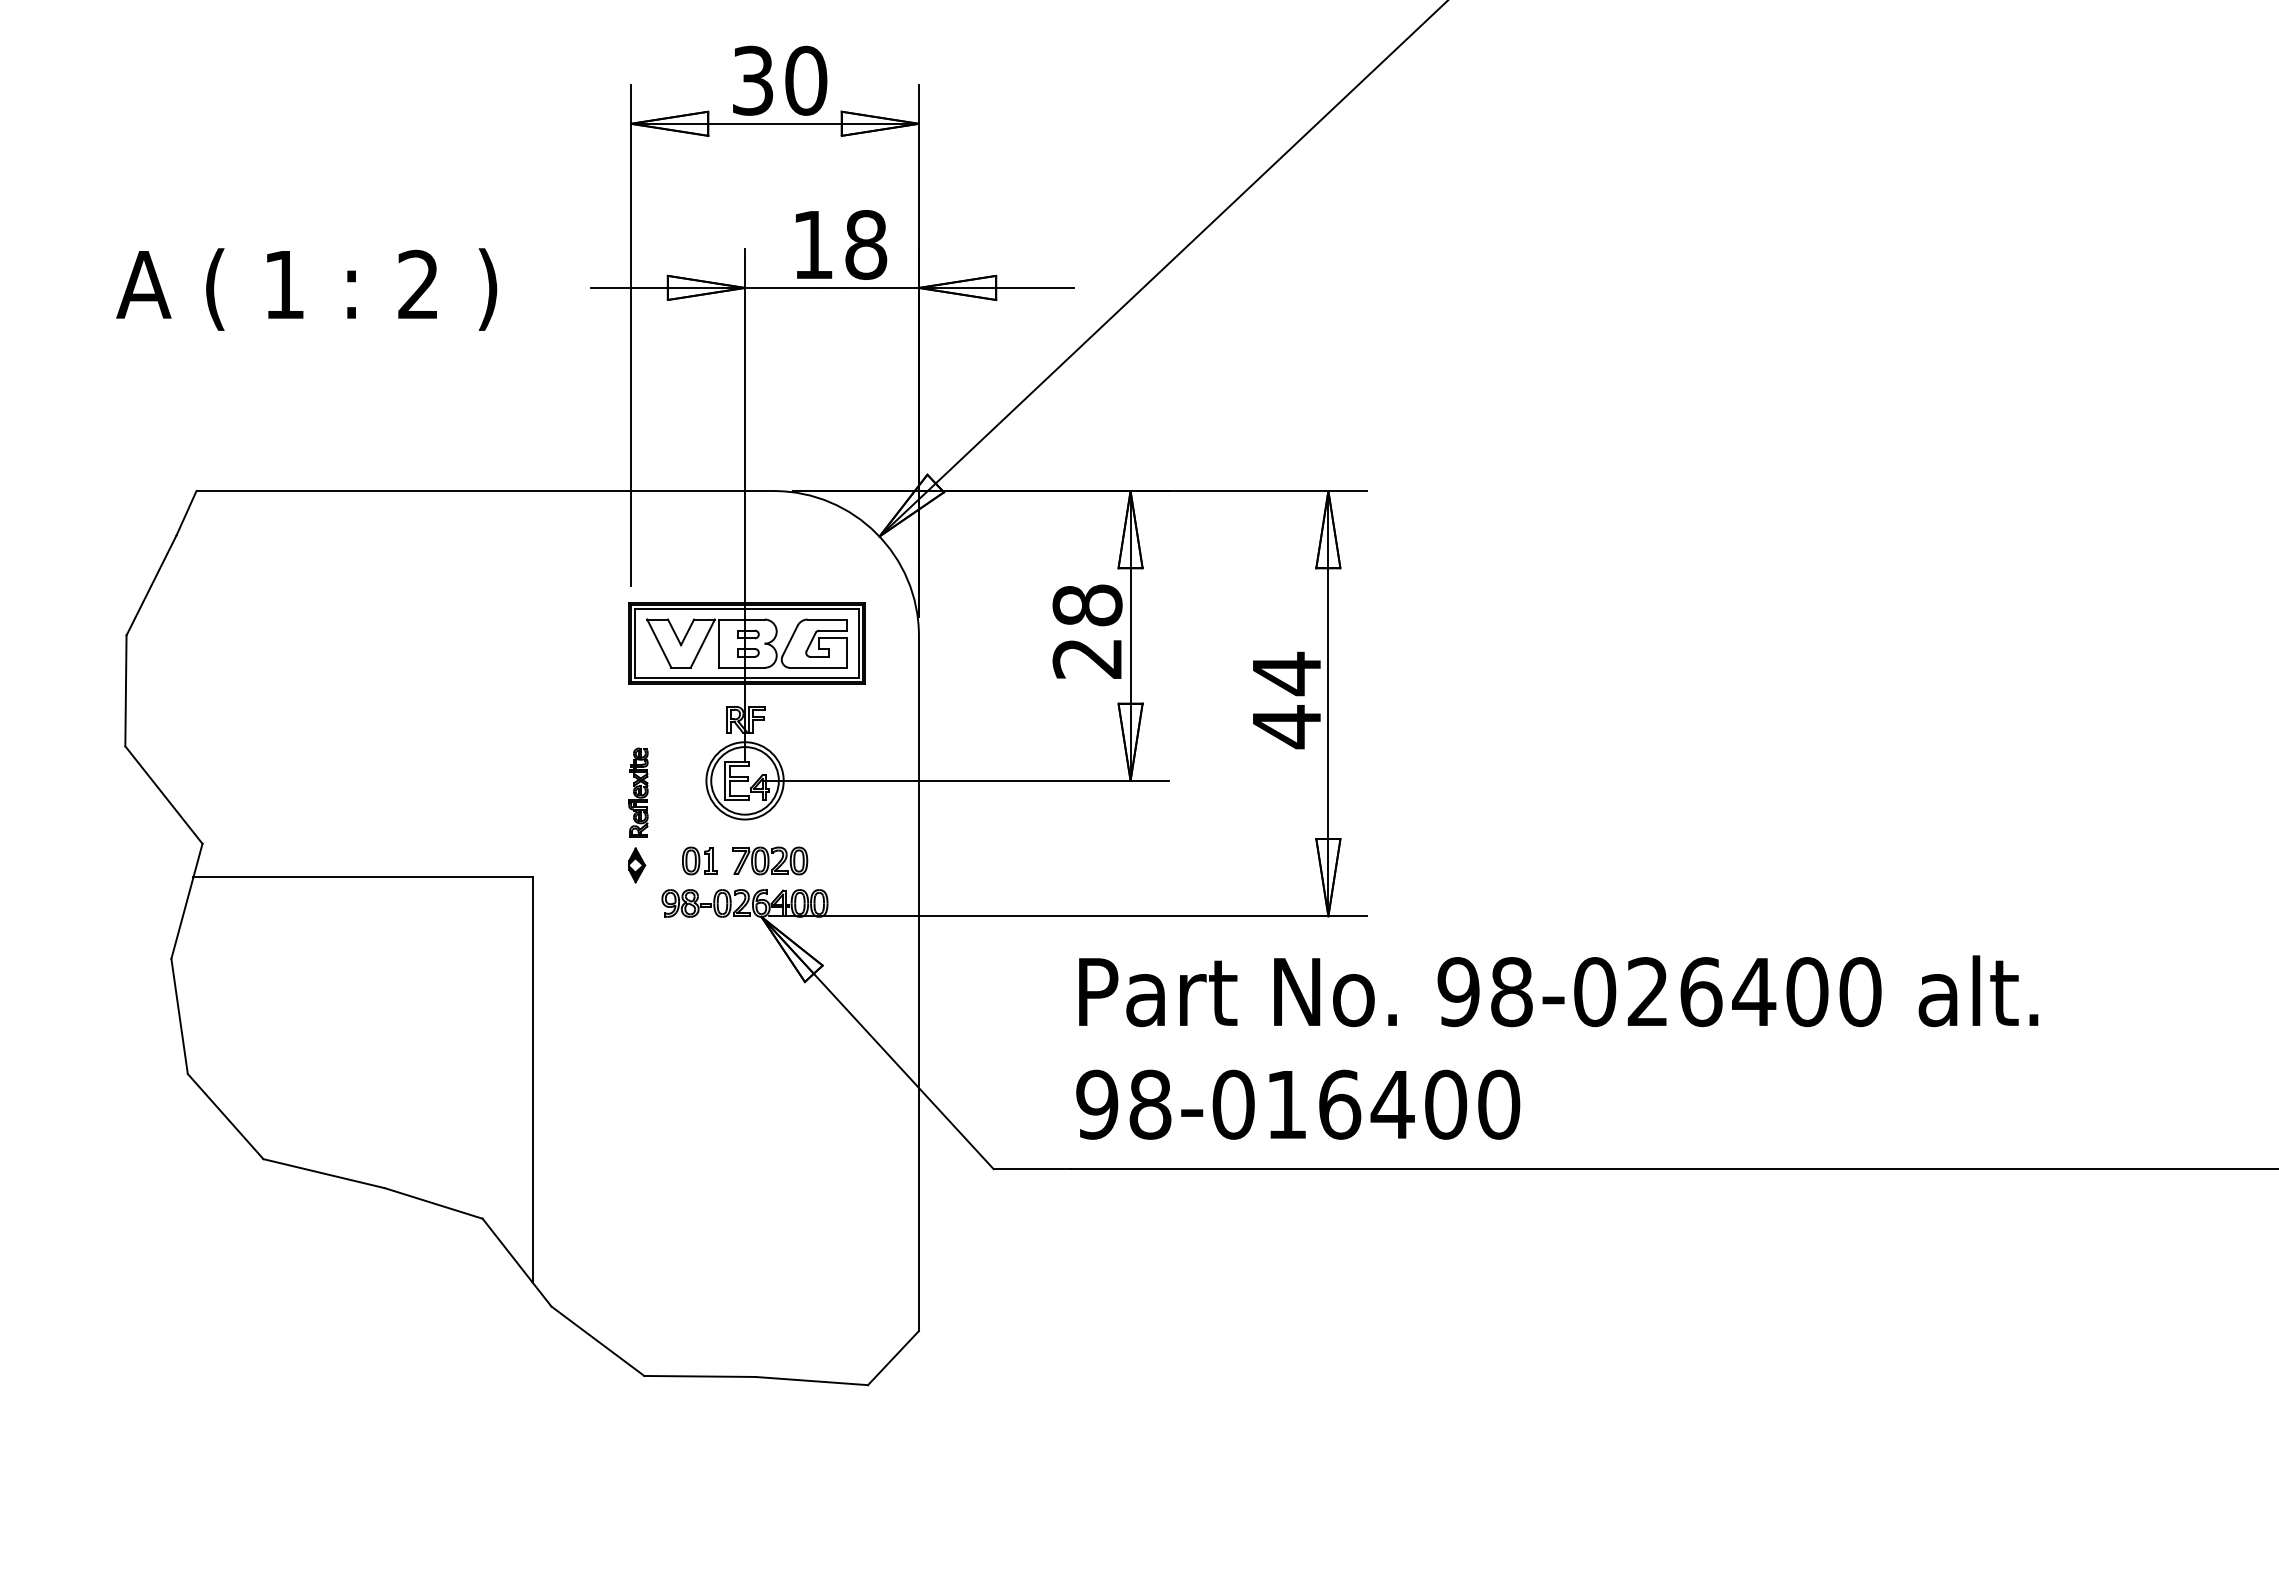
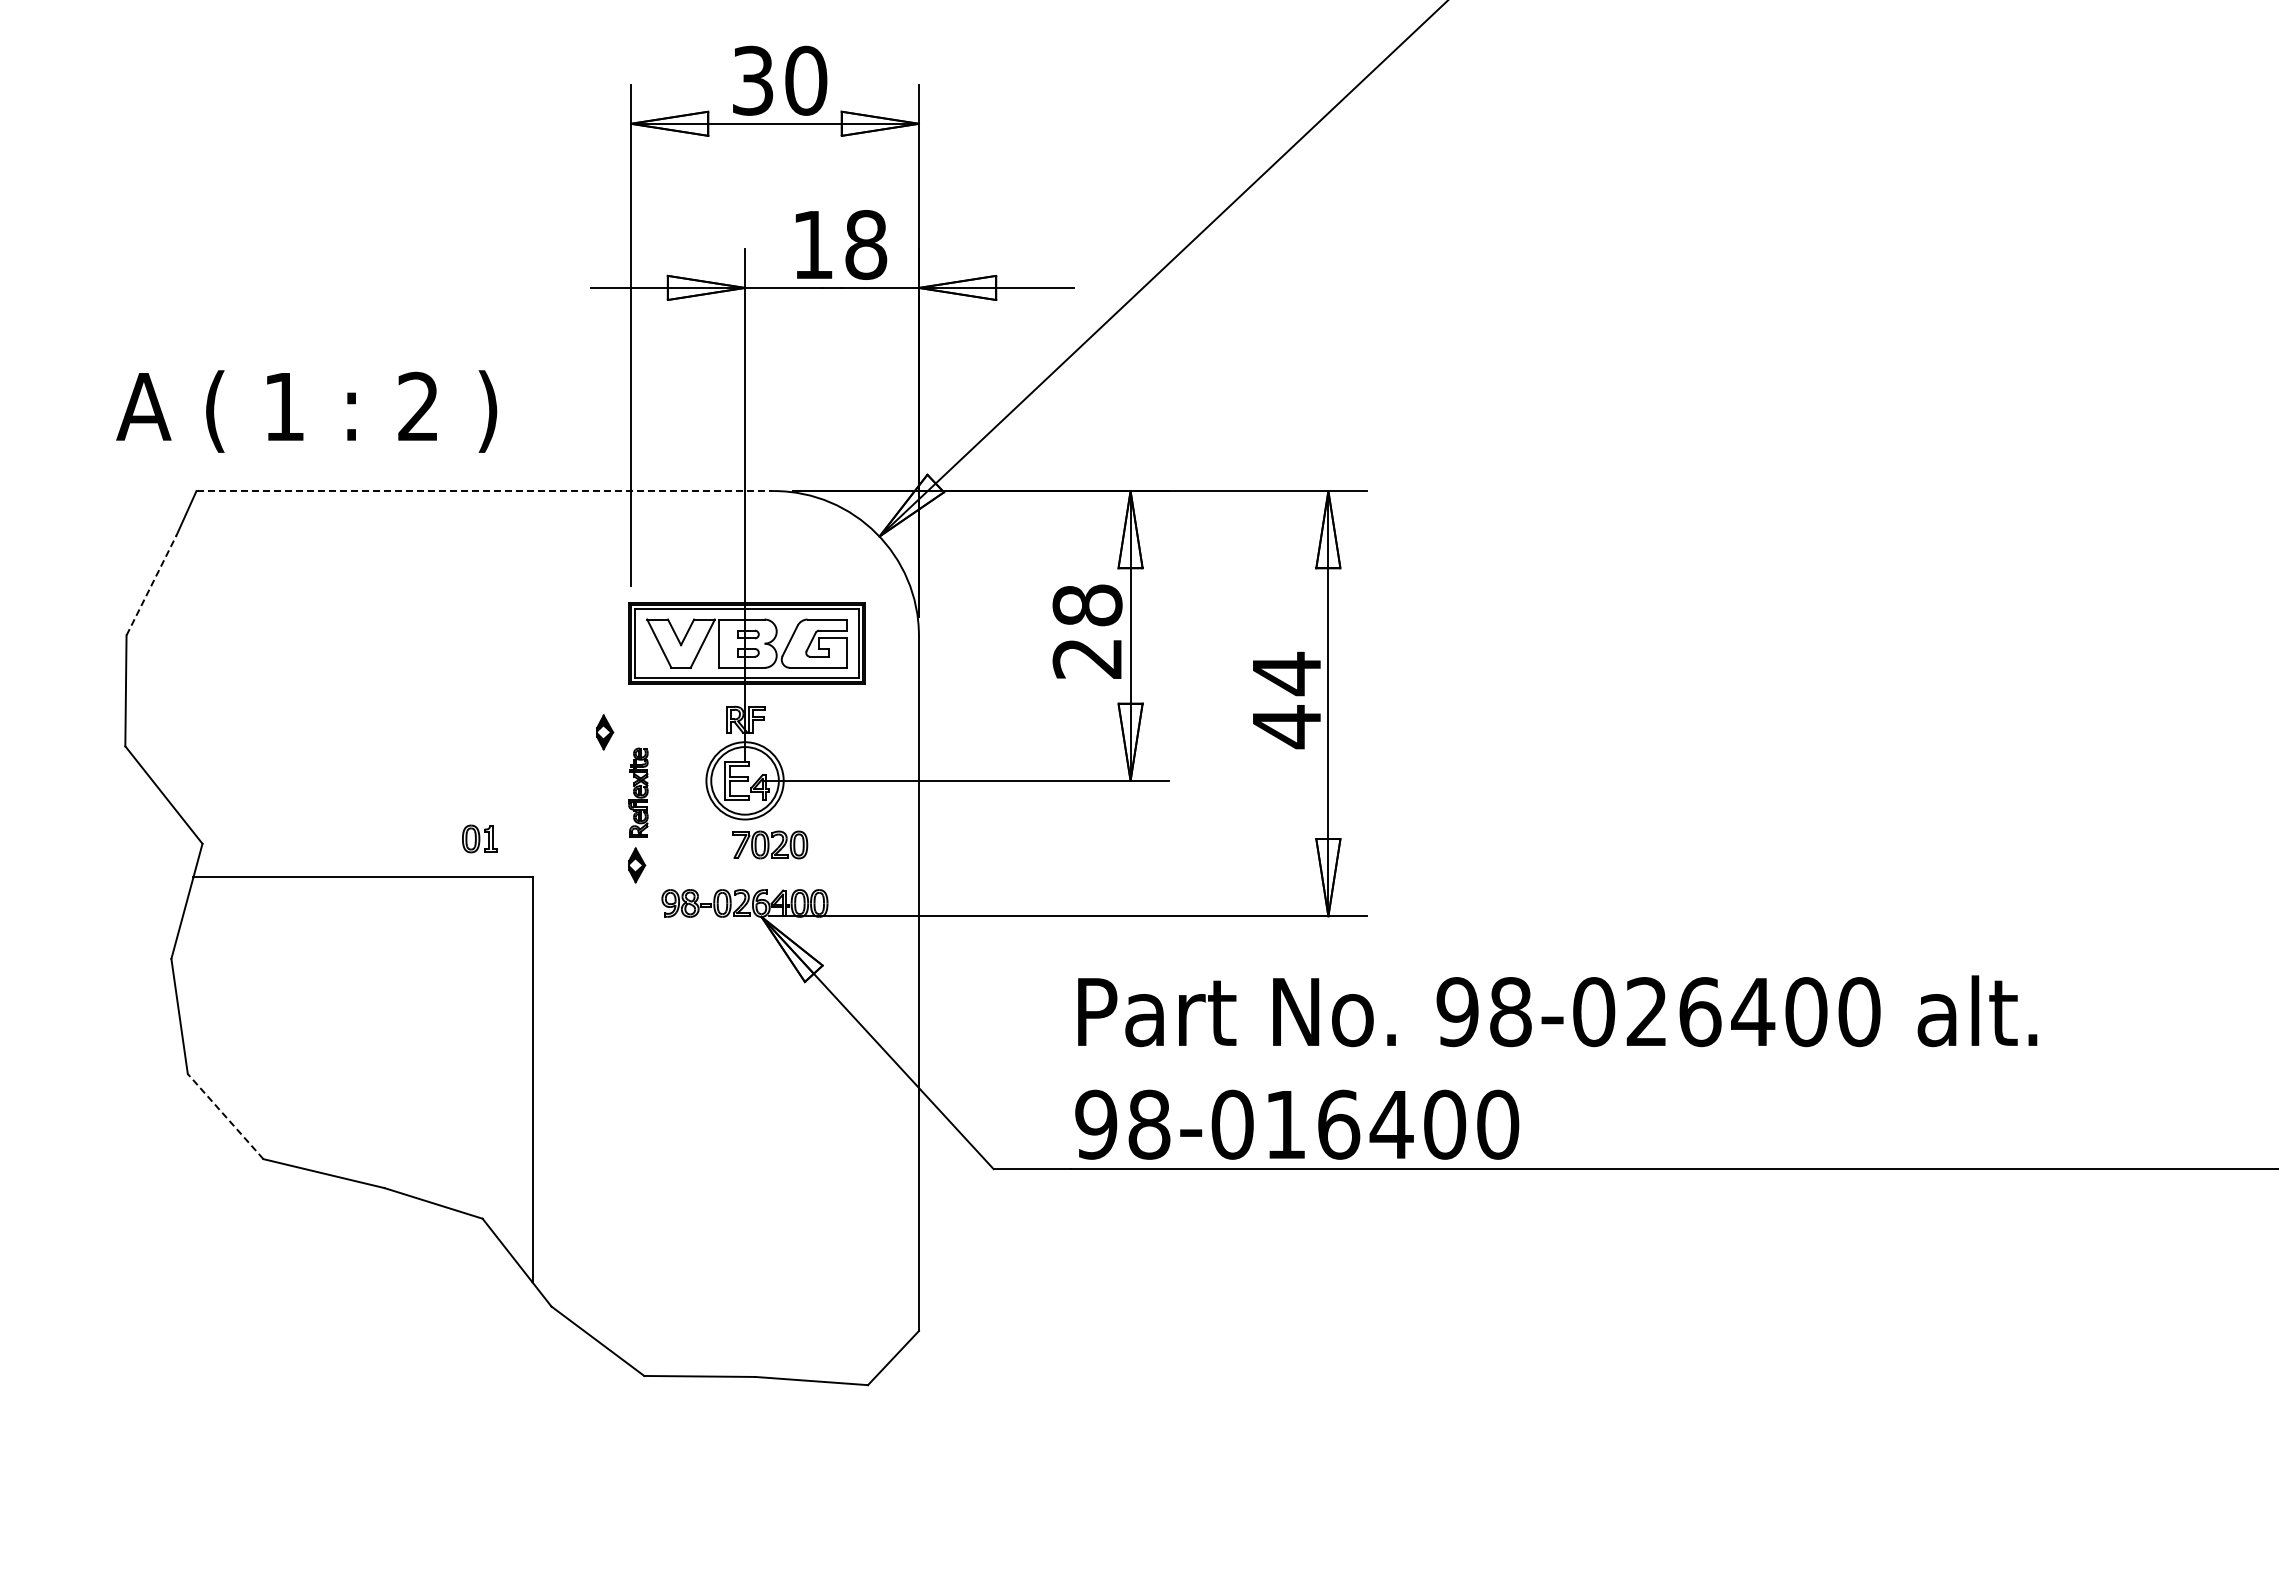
text at (306, 289) position: (306, 289) -> (306, 411)
line at (485, 491): solid -> dashed
line at (151, 585): solid -> dashed
part at (605, 732): none -> present
part at (699, 860) position: (699, 860) -> (479, 838)
part at (770, 860) position: (770, 860) -> (770, 844)
text at (1557, 1047) position: (1557, 1047) -> (1556, 1067)
line at (225, 1116): solid -> dashed
